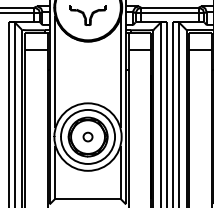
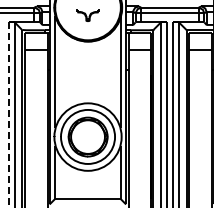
part at (87, 15) size: 38x21 px -> 24x13 px
line at (9, 115): solid -> dashed
part at (87, 136): present -> none
